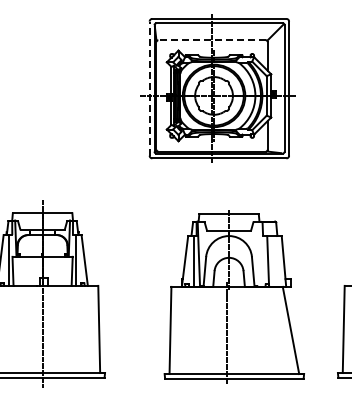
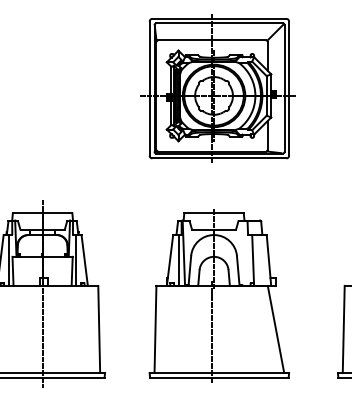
line at (212, 40): dashed -> solid
line at (149, 88): dashed -> solid
part at (233, 296) position: (233, 296) -> (218, 295)
